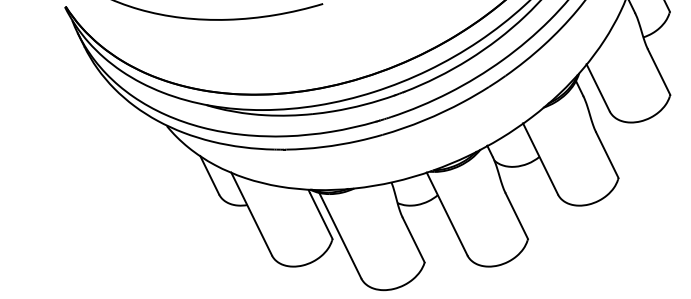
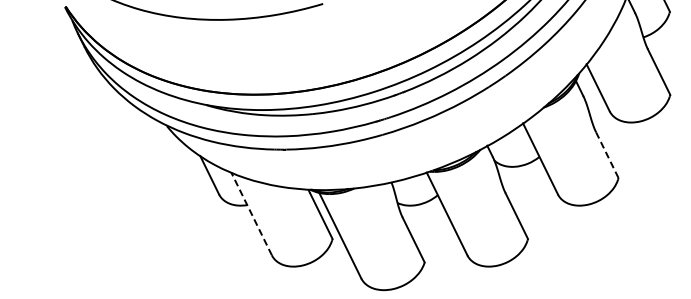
line at (607, 154): solid -> dashed
line at (251, 213): solid -> dashed
